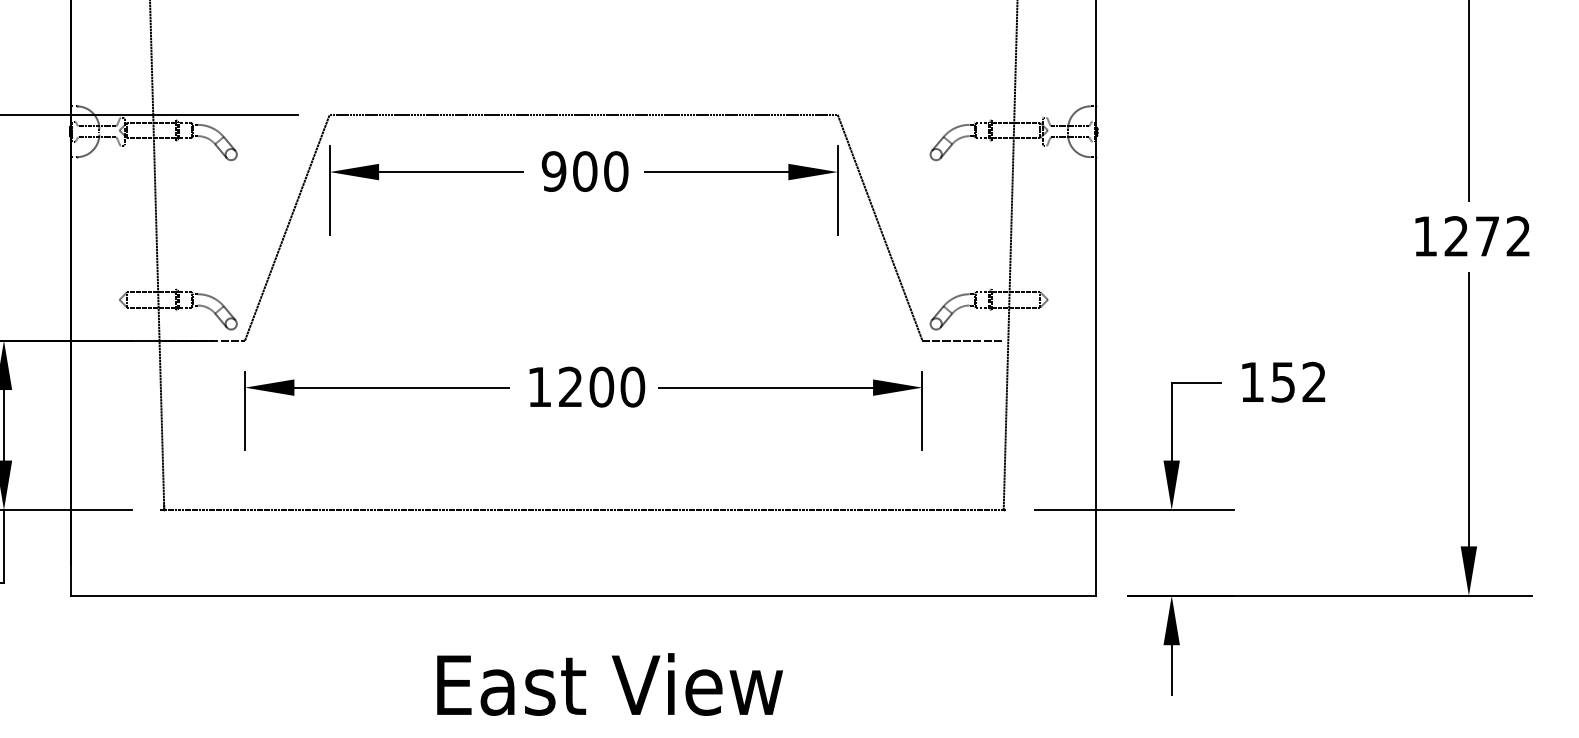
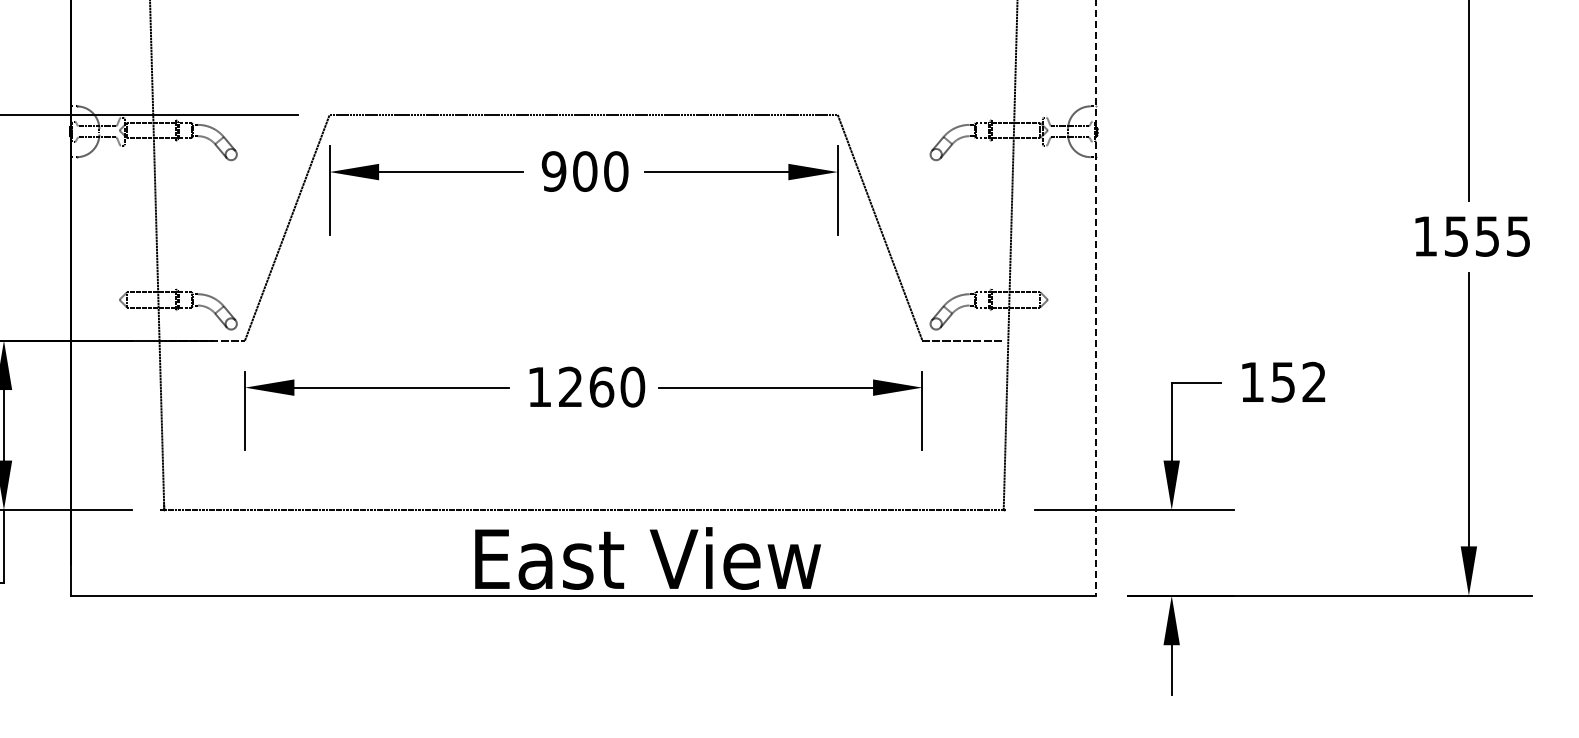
text at (1486, 236): 1272 -> 1555
line at (1096, 298): solid -> dashed
text at (601, 386): 1200 -> 1260
text at (609, 684) position: (609, 684) -> (647, 558)
